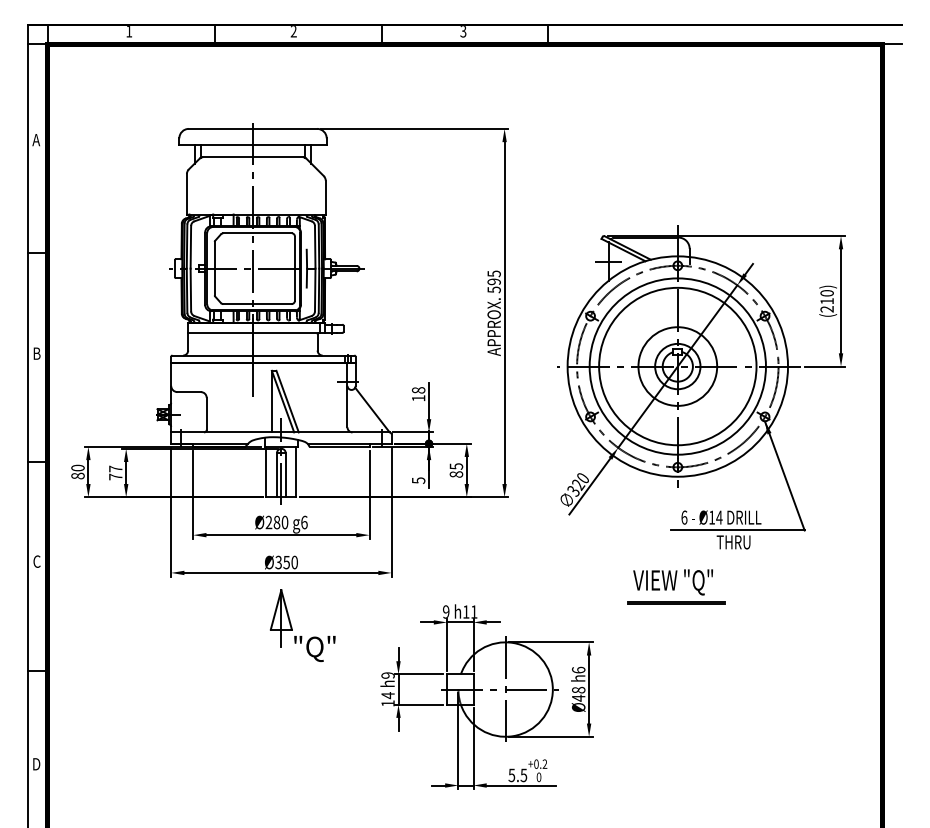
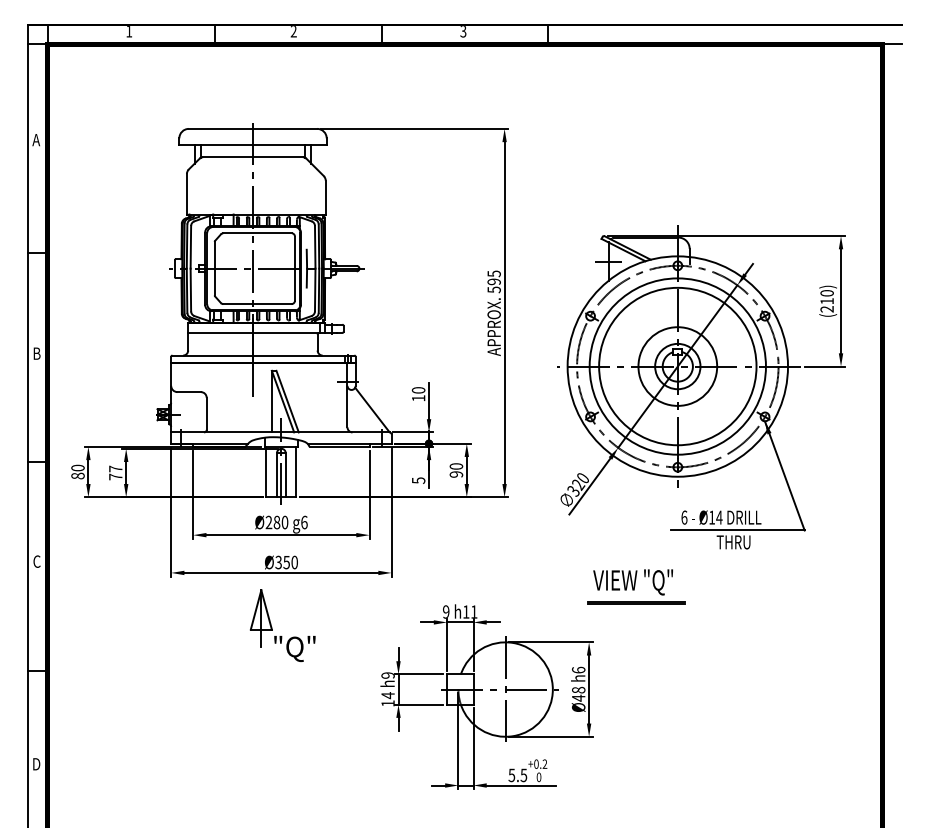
text at (418, 390): 18 -> 10
text at (456, 470): 85 -> 90
part at (676, 586) position: (676, 586) -> (636, 586)
part at (292, 627) position: (292, 627) -> (272, 627)
